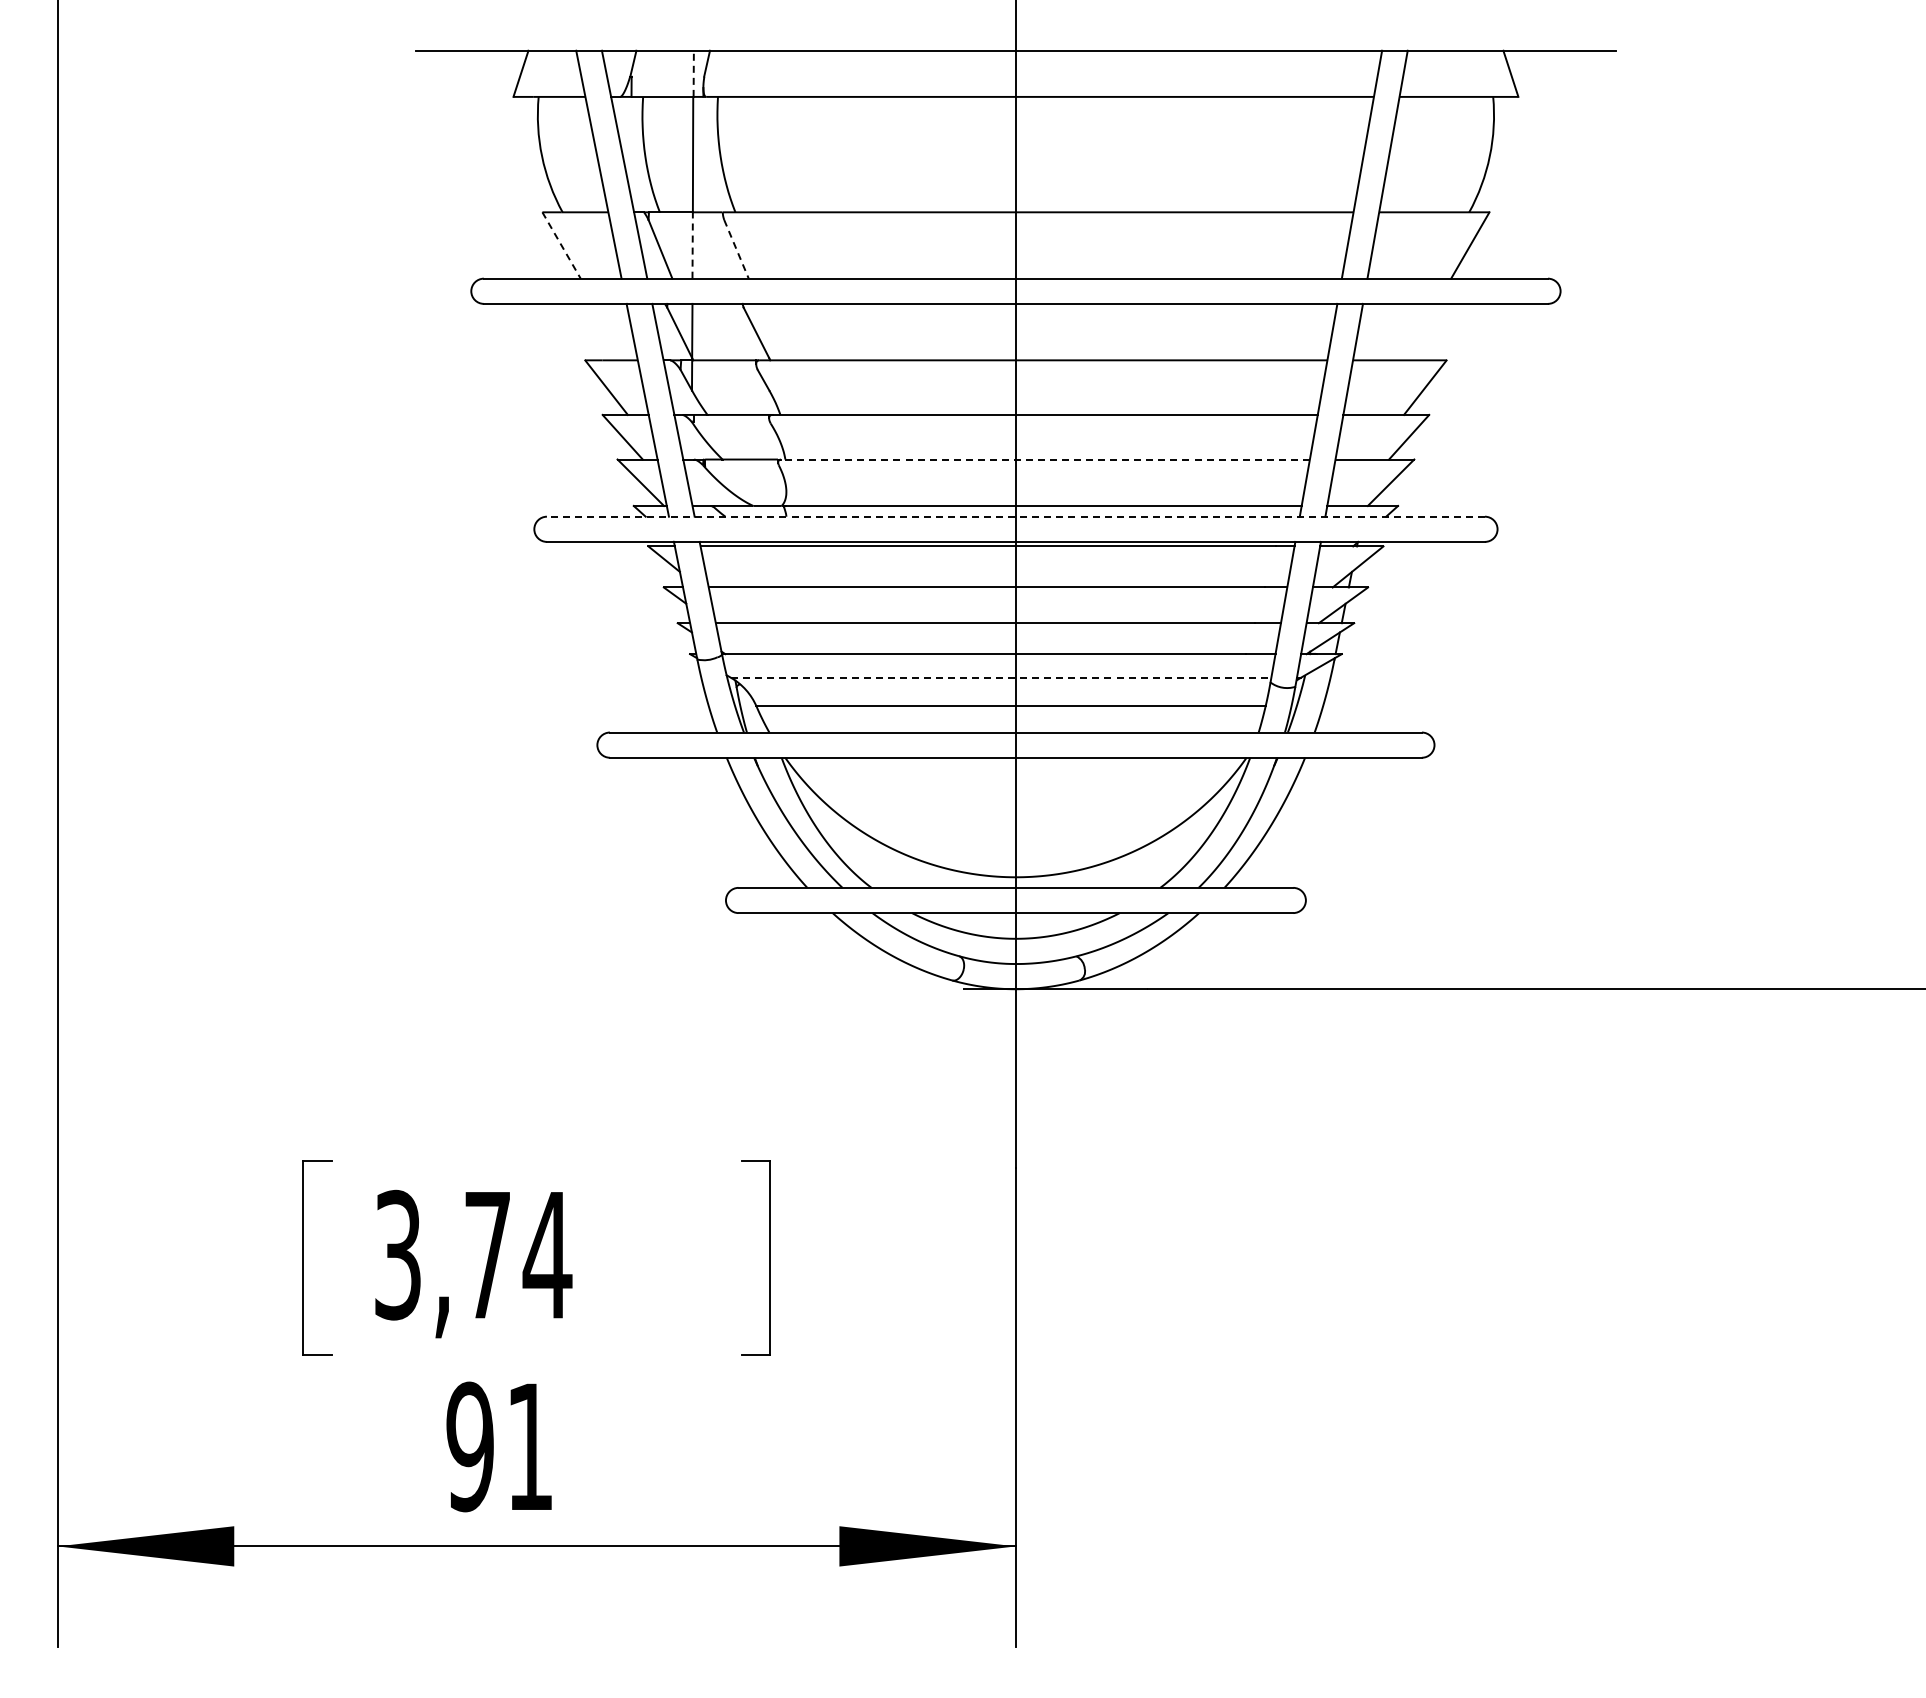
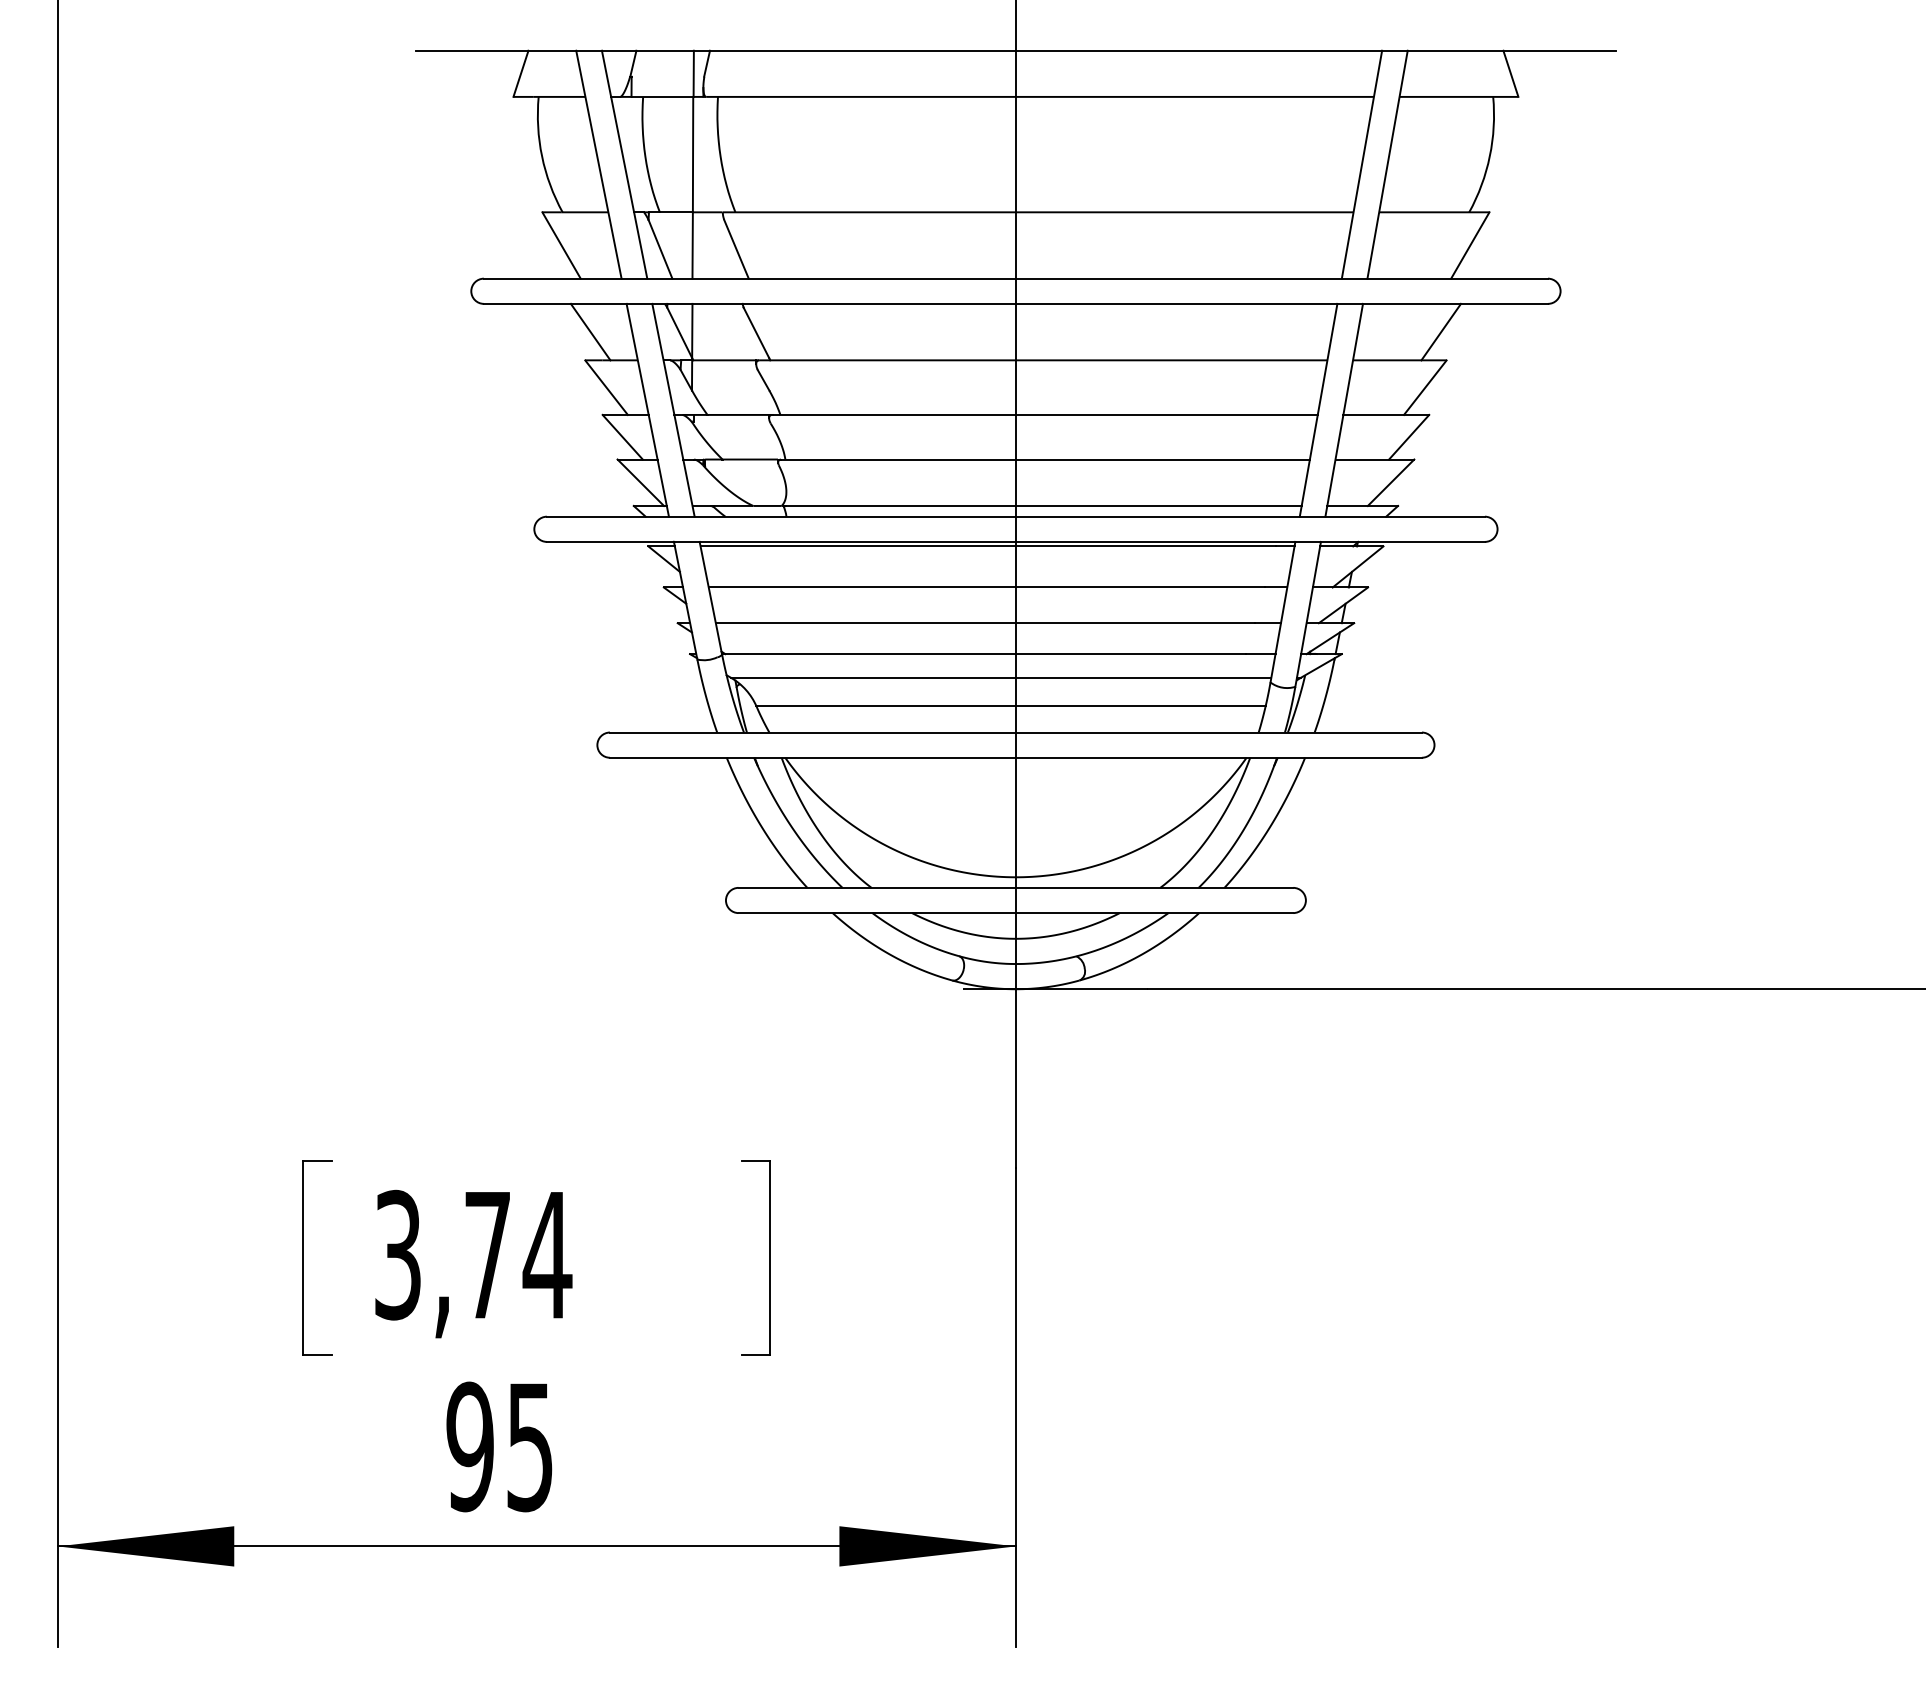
line at (693, 73): dashed -> solid
line at (561, 245): dashed -> solid
line at (692, 245): dashed -> solid
line at (736, 249): dashed -> solid
line at (590, 331): none -> present
line at (1440, 331): none -> present
line at (1044, 459): dashed -> solid
line at (1015, 516): dashed -> solid
line at (1001, 677): dashed -> solid
text at (529, 1447): 91 -> 95
